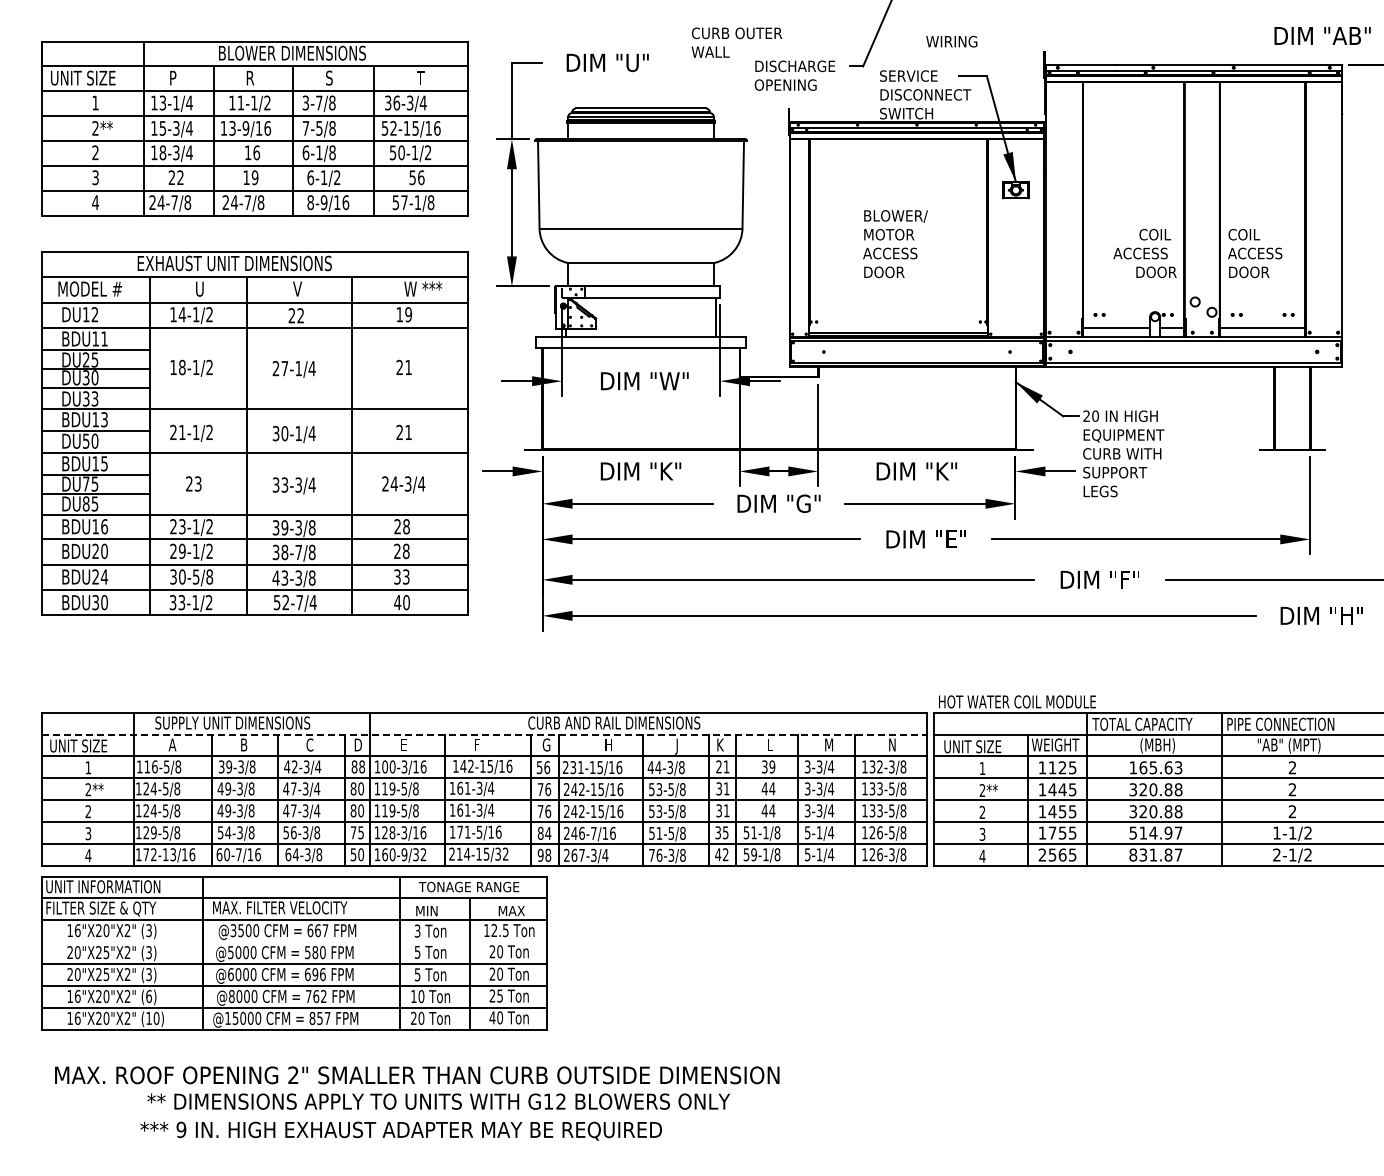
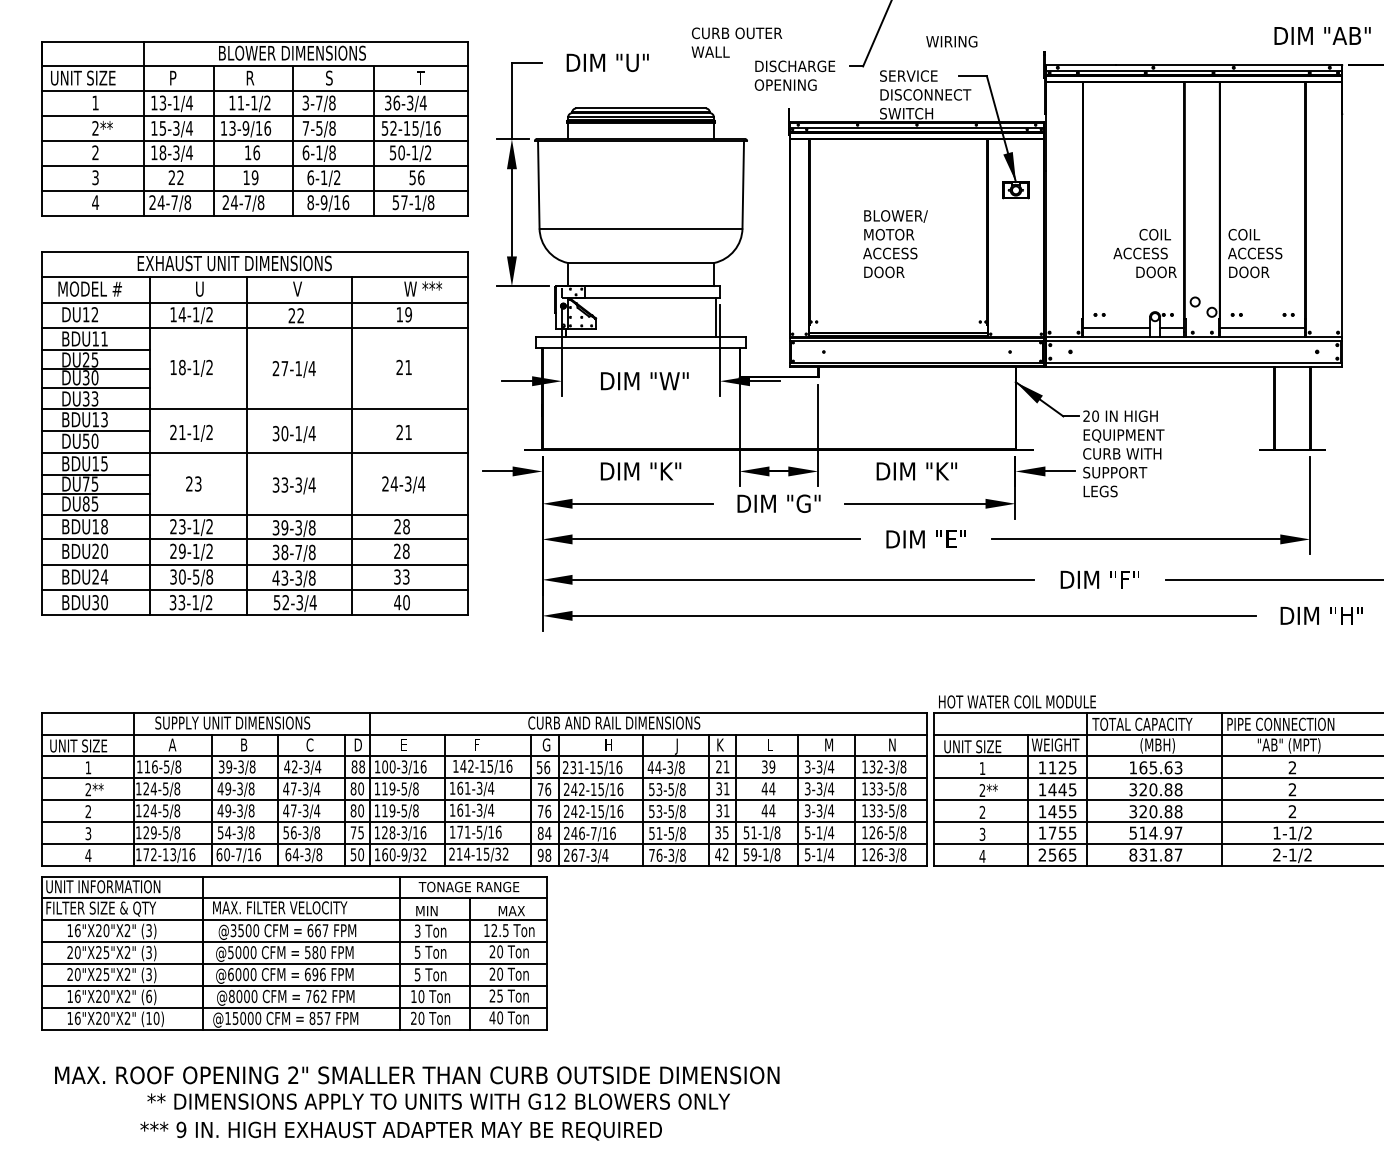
text at (104, 526): BDU16 -> BDU18
text at (299, 602): 52-7/4 -> 52-3/4
line at (484, 734): dashed -> solid
line at (294, 942): none -> present
